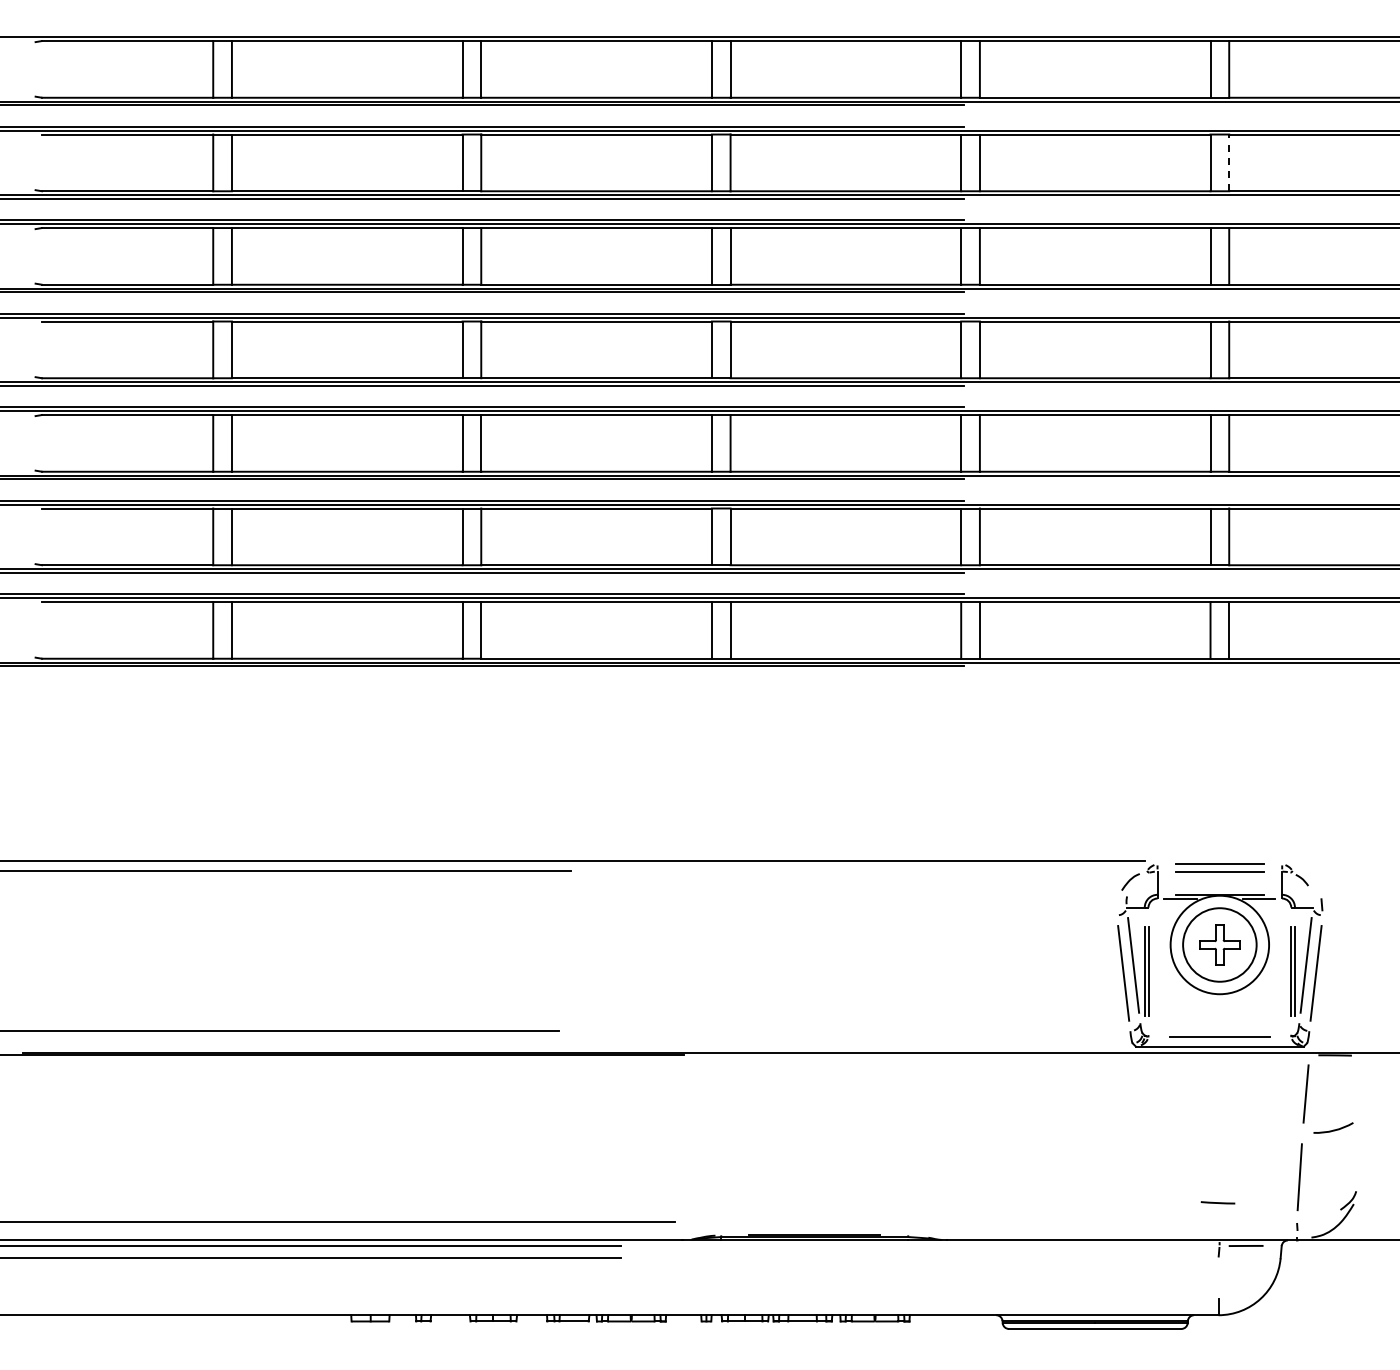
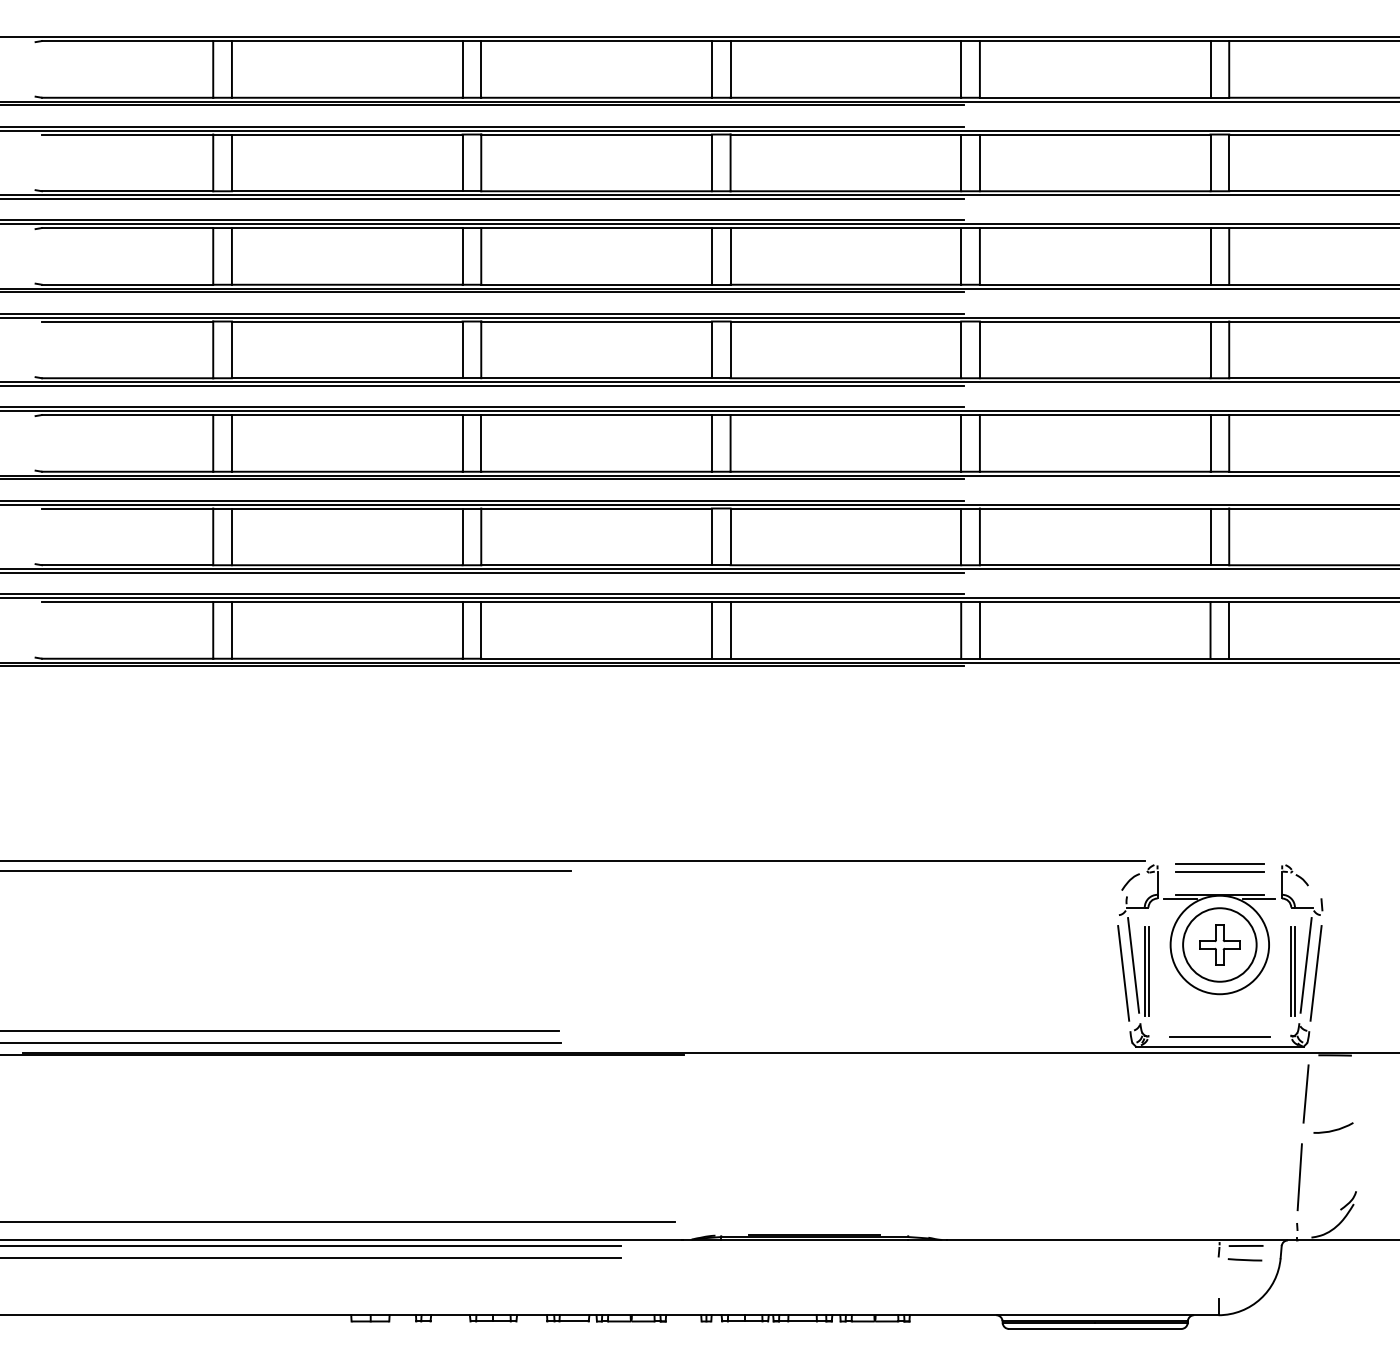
line at (1229, 162): dashed -> solid
line at (281, 1043): none -> present
line at (1217, 1202) position: (1217, 1202) -> (1244, 1259)
